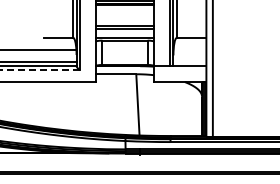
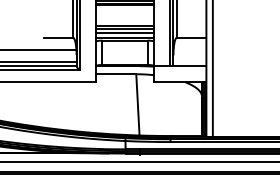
line at (124, 33): none -> present
line at (39, 70): dashed -> solid
line at (139, 161): none -> present
